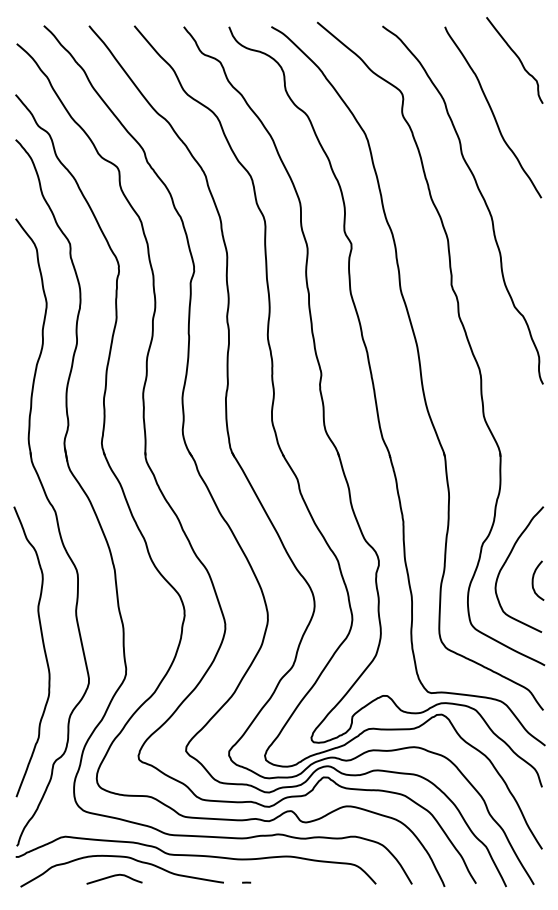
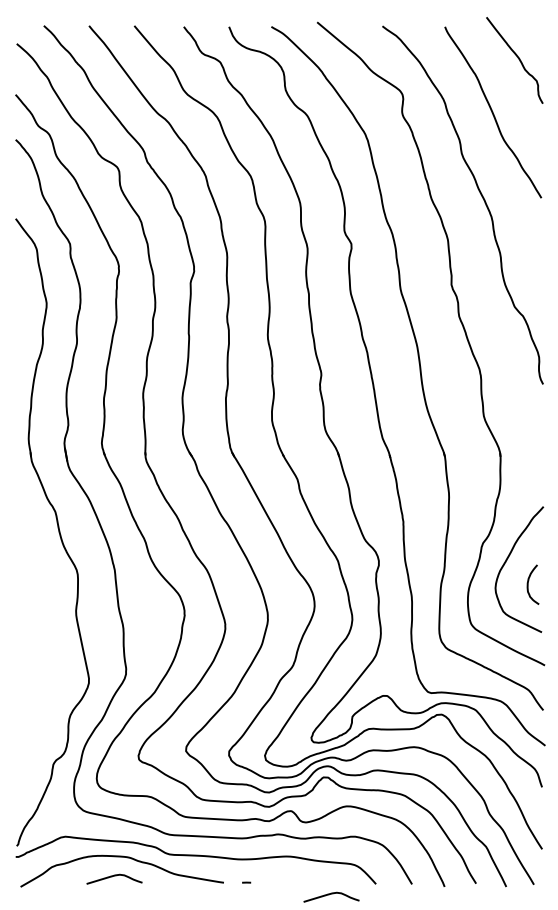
curve at (533, 580) position: (533, 580) -> (528, 584)
curve at (43, 650): present -> none
curve at (331, 894): none -> present
